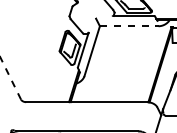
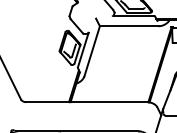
line at (129, 26): dashed -> solid
line at (10, 78): dashed -> solid
